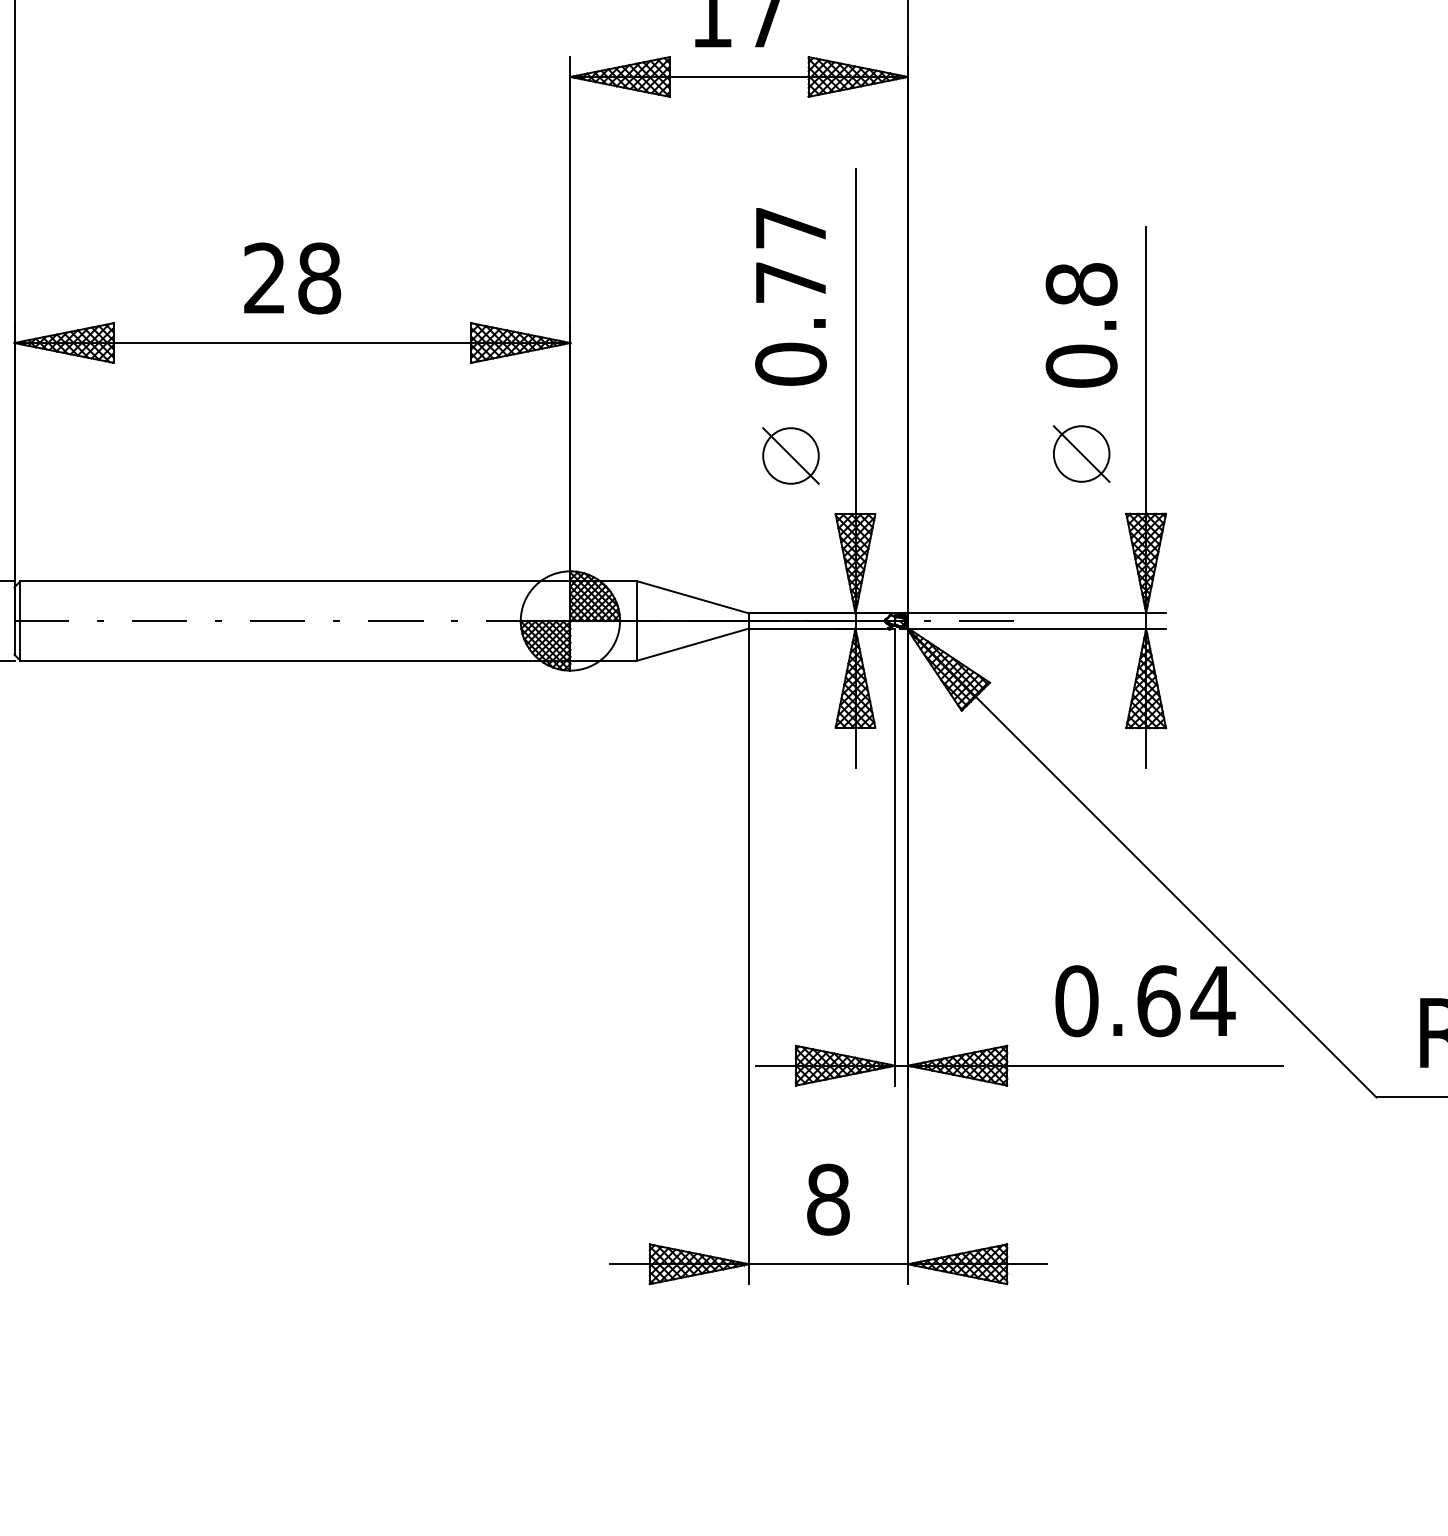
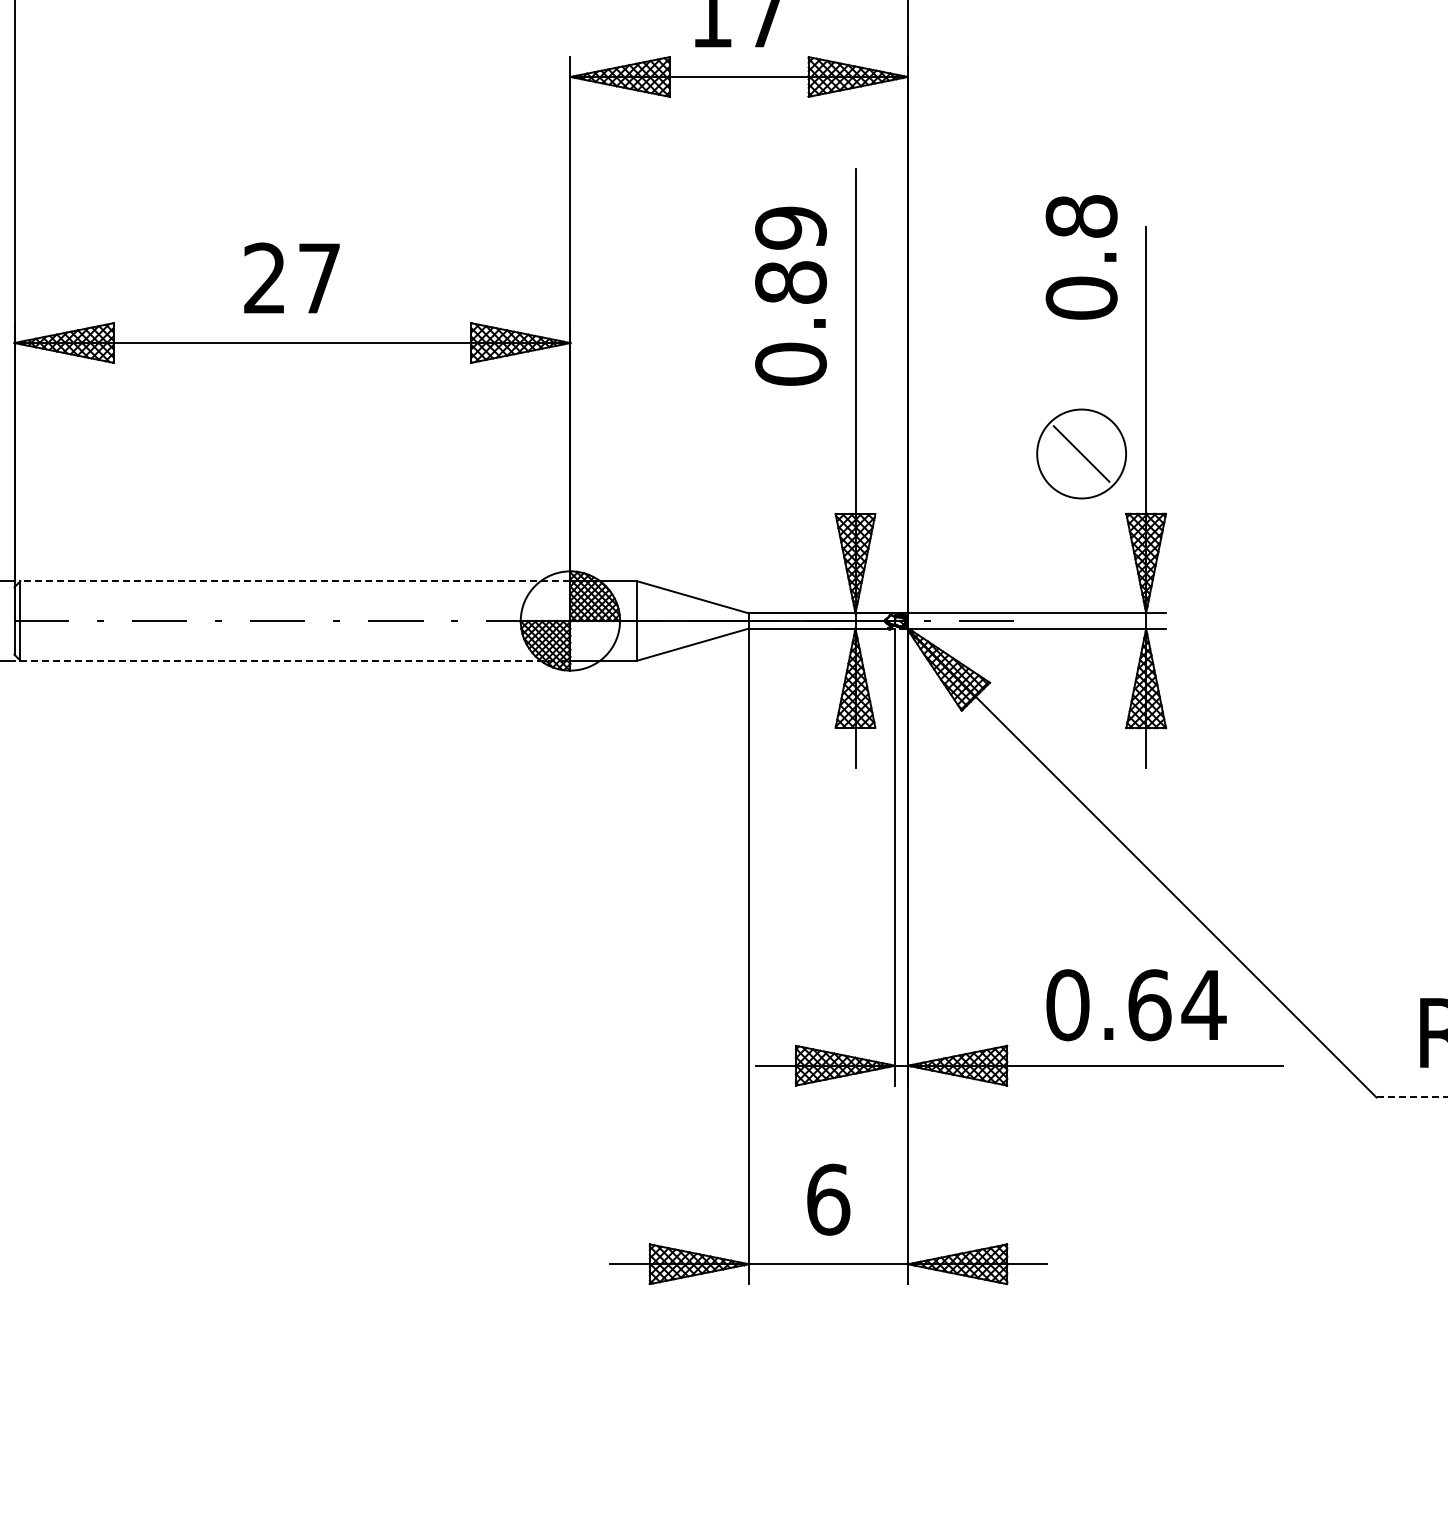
text at (790, 254): 0.77 -> 0.89
text at (319, 278): 28 -> 27
text at (1081, 325) position: (1081, 325) -> (1081, 257)
circle at (1081, 453) diameter: 56 px -> 89 px
part at (790, 455): present -> none
line at (295, 581): solid -> dashed
line at (295, 660): solid -> dashed
text at (1145, 1001) position: (1145, 1001) -> (1136, 1005)
line at (1412, 1097): solid -> dashed
text at (828, 1199): 8 -> 6
